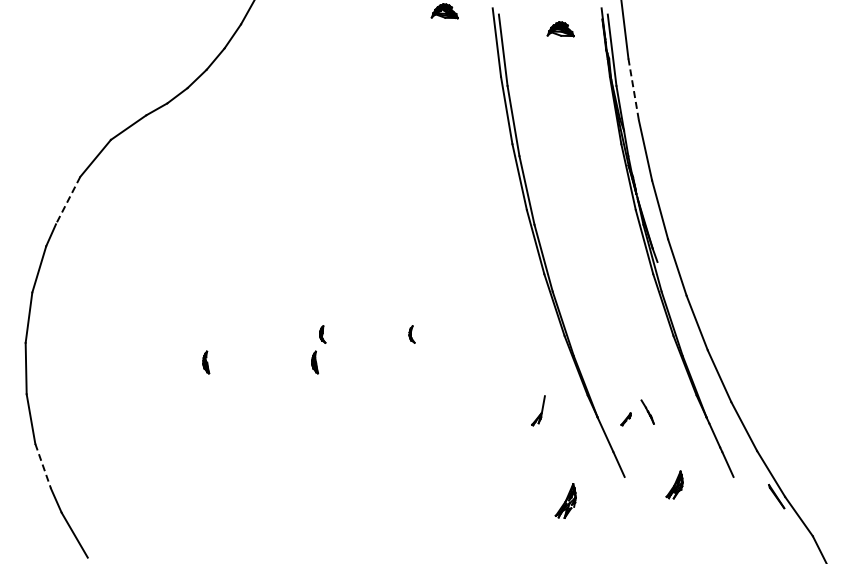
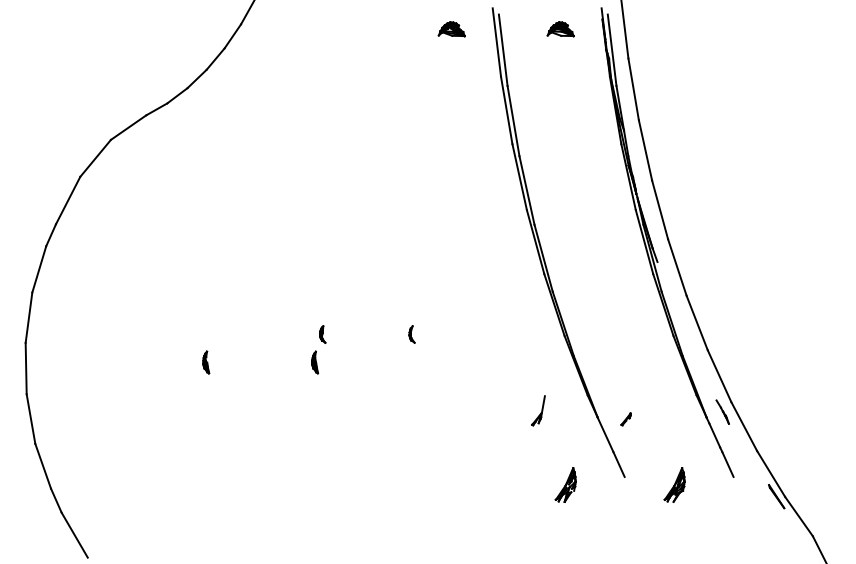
part at (444, 11) position: (444, 11) -> (451, 29)
line at (633, 89): dashed -> solid
line at (68, 200): dashed -> solid
line at (647, 411) position: (647, 411) -> (722, 411)
line at (43, 466): dashed -> solid
part at (674, 484) size: 19x30 px -> 23x36 px
part at (565, 500) position: (565, 500) -> (565, 484)
